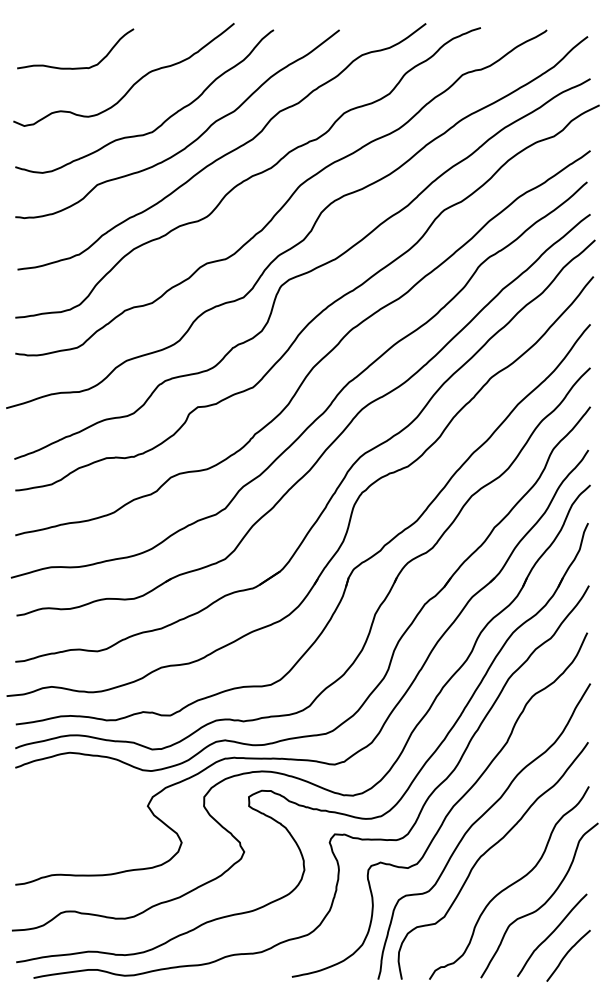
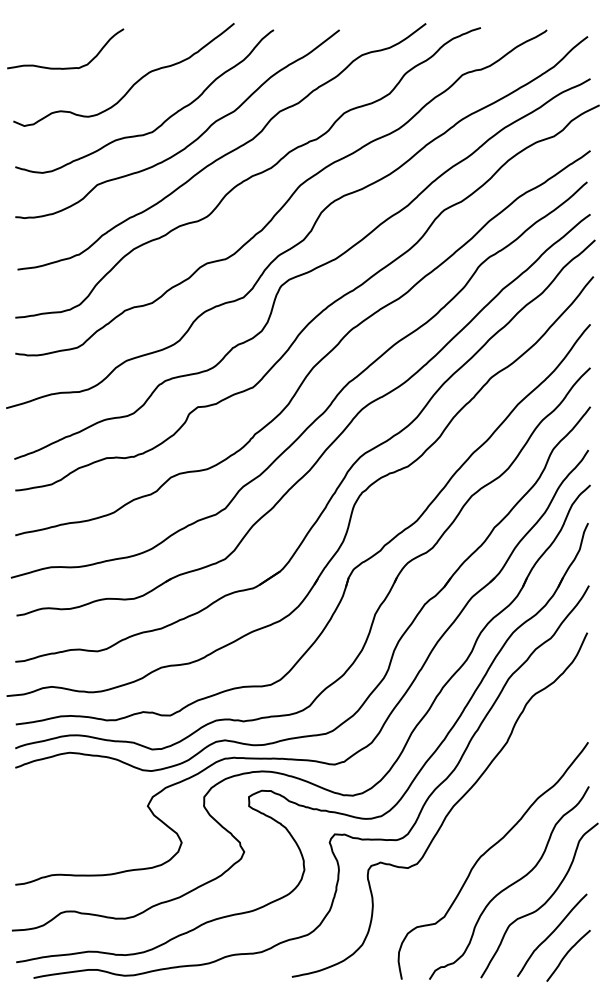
curve at (75, 67) position: (75, 67) -> (65, 67)
curve at (476, 822): present -> none
